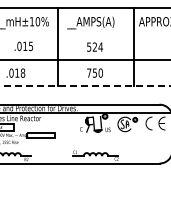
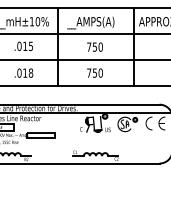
line at (84, 33): none -> present
text at (95, 46): 524 -> 750
text at (15, 72) position: (15, 72) -> (23, 72)
line at (85, 85): dashed -> solid
